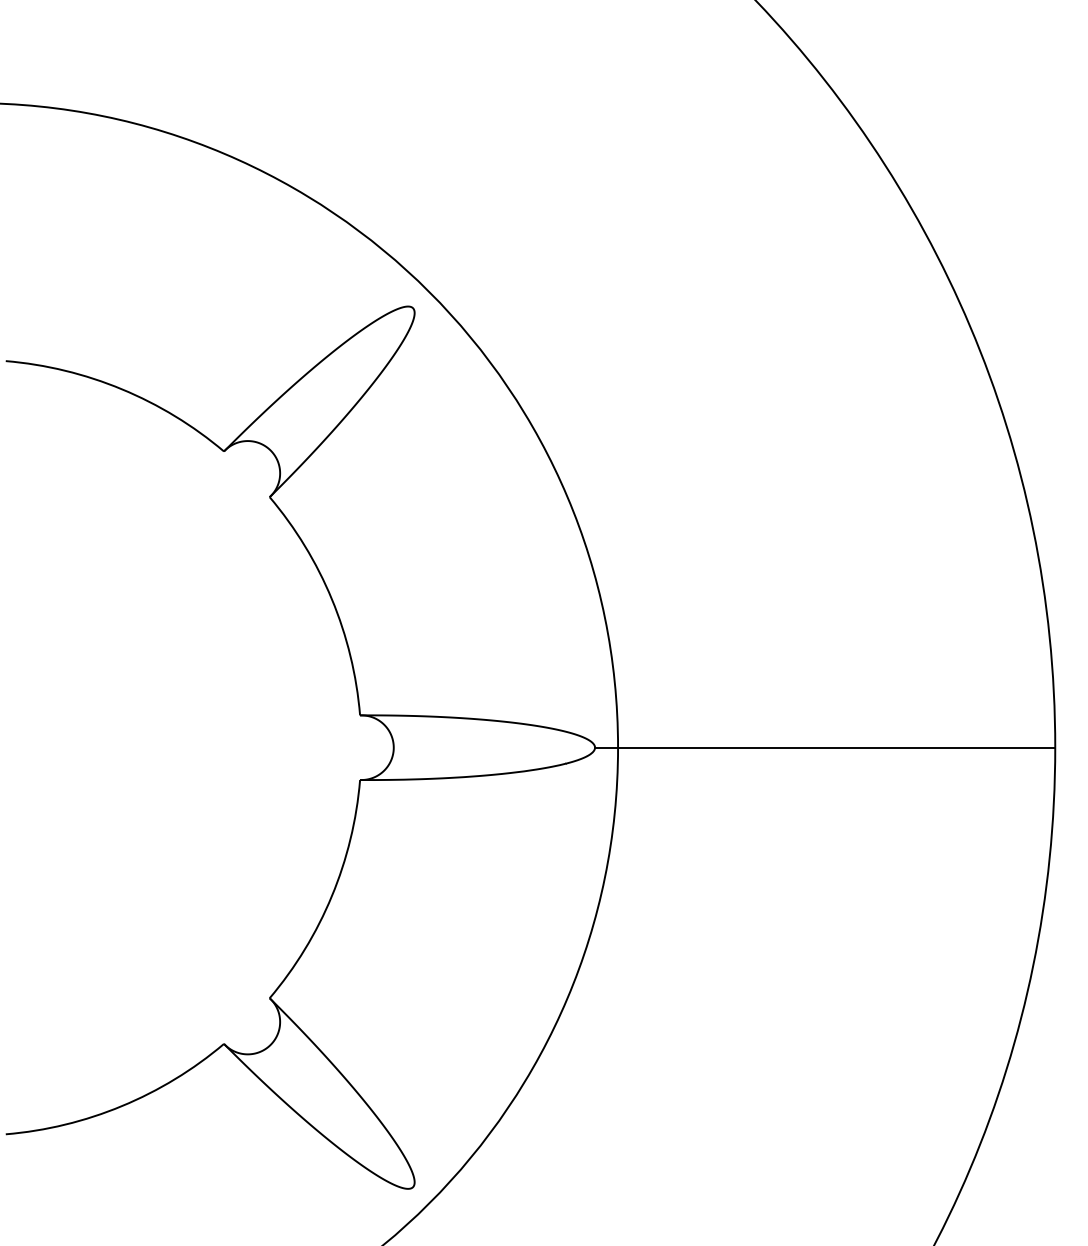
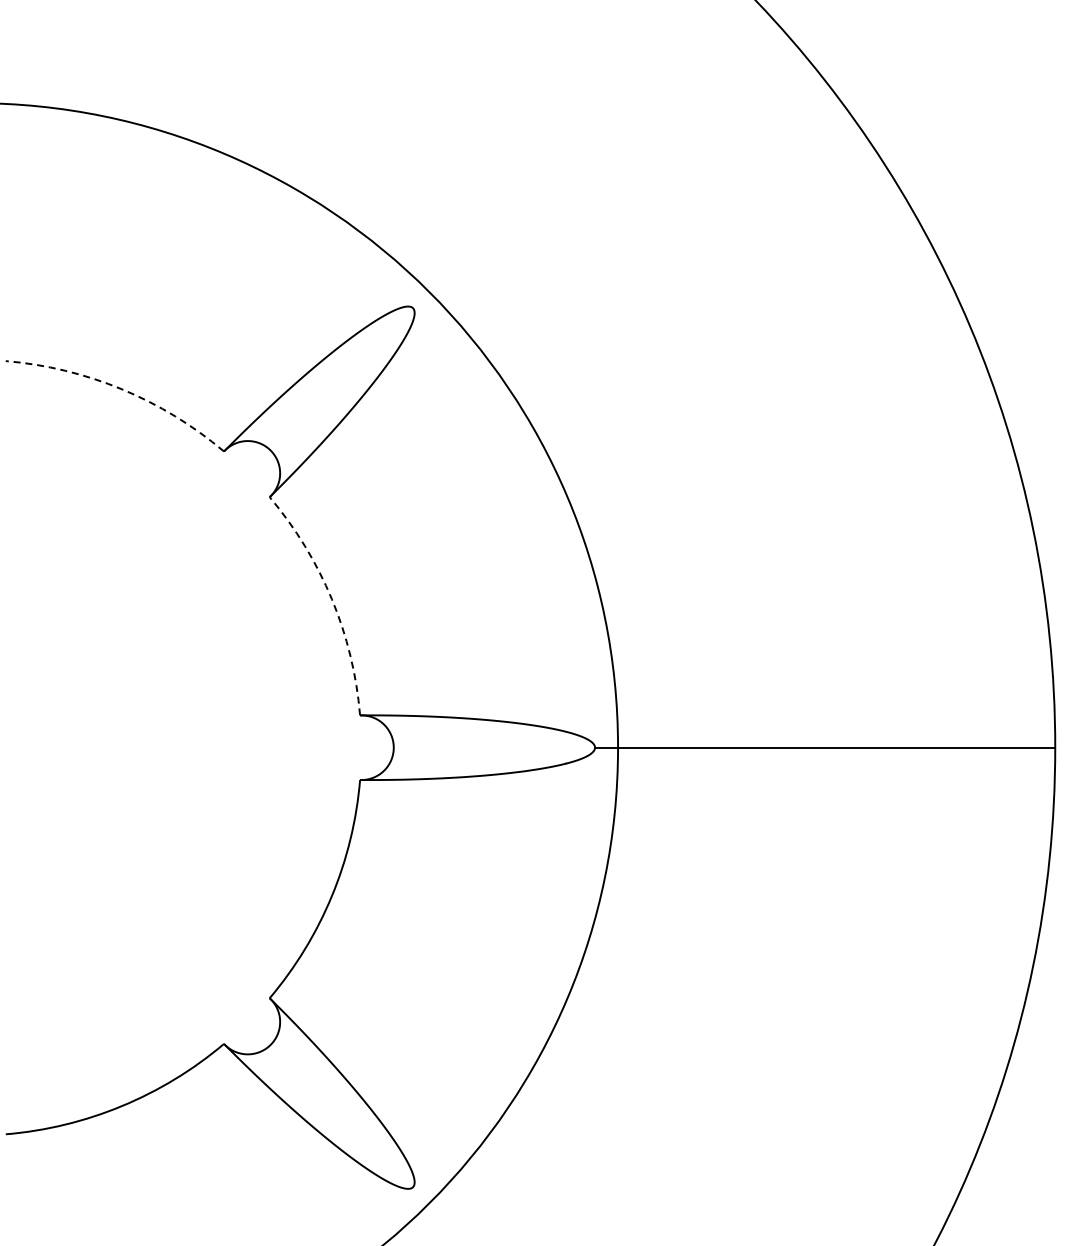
arc at (121, 389): solid -> dashed
arc at (331, 599): solid -> dashed
